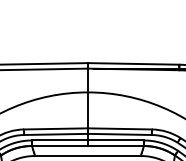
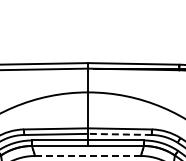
line at (119, 134): solid -> dashed
line at (87, 155): solid -> dashed
